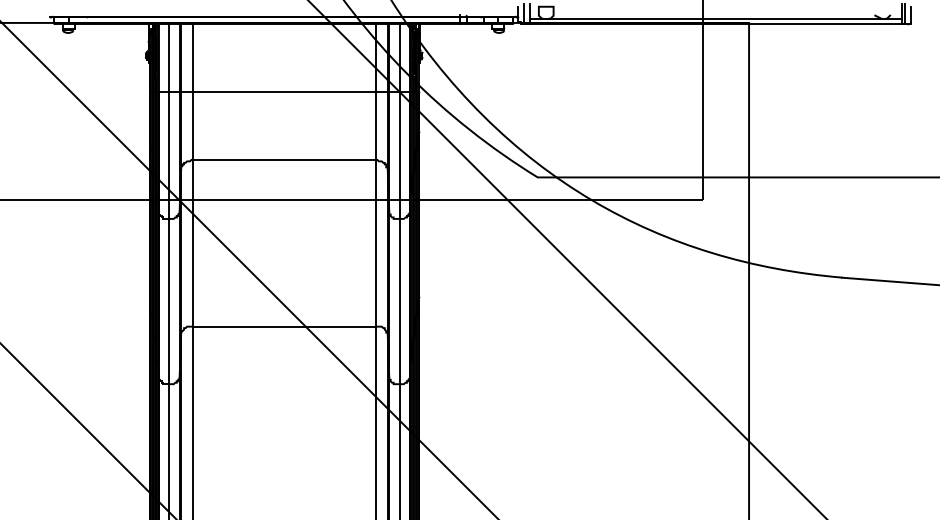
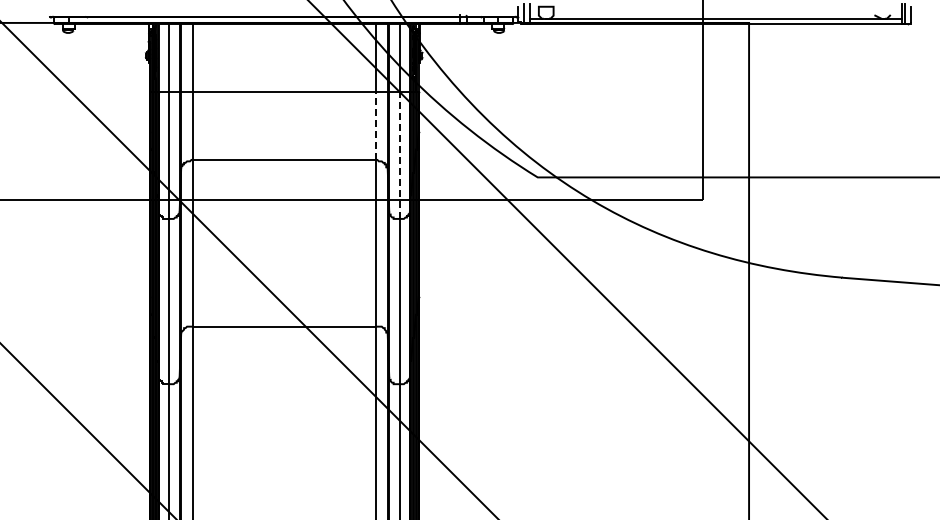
line at (375, 125): solid -> dashed
line at (399, 154): solid -> dashed
